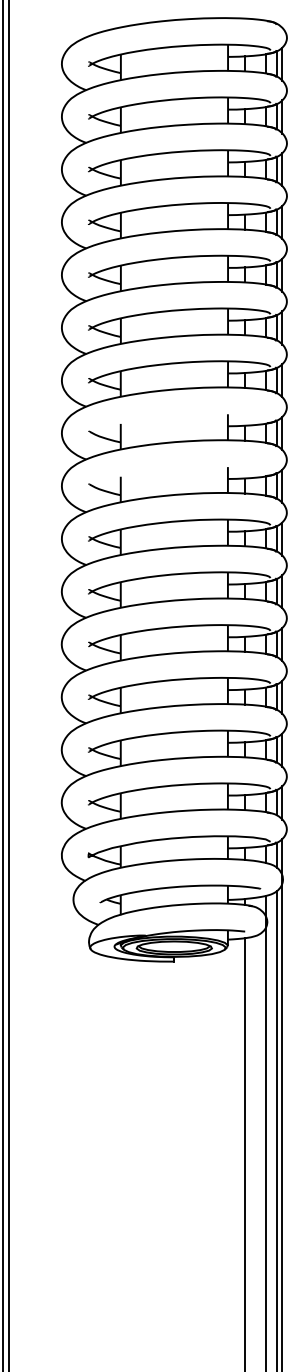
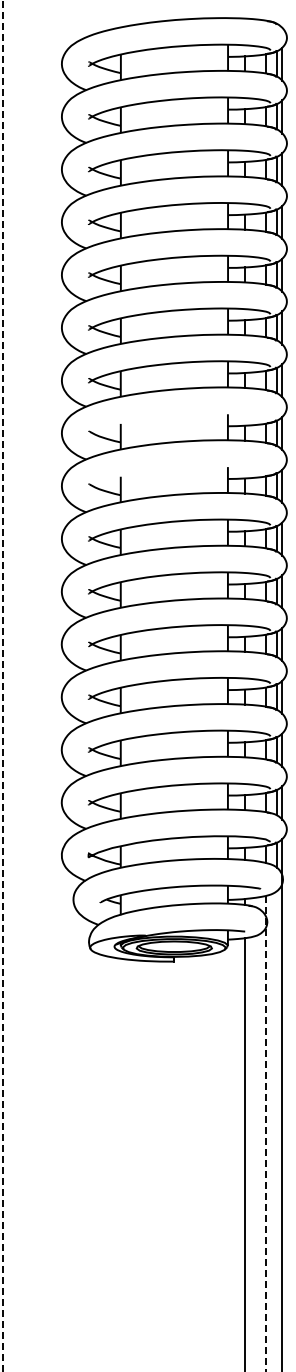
line at (3, 685): solid -> dashed
line at (8, 685): present -> none
line at (276, 1129): present -> none
line at (265, 1133): solid -> dashed
